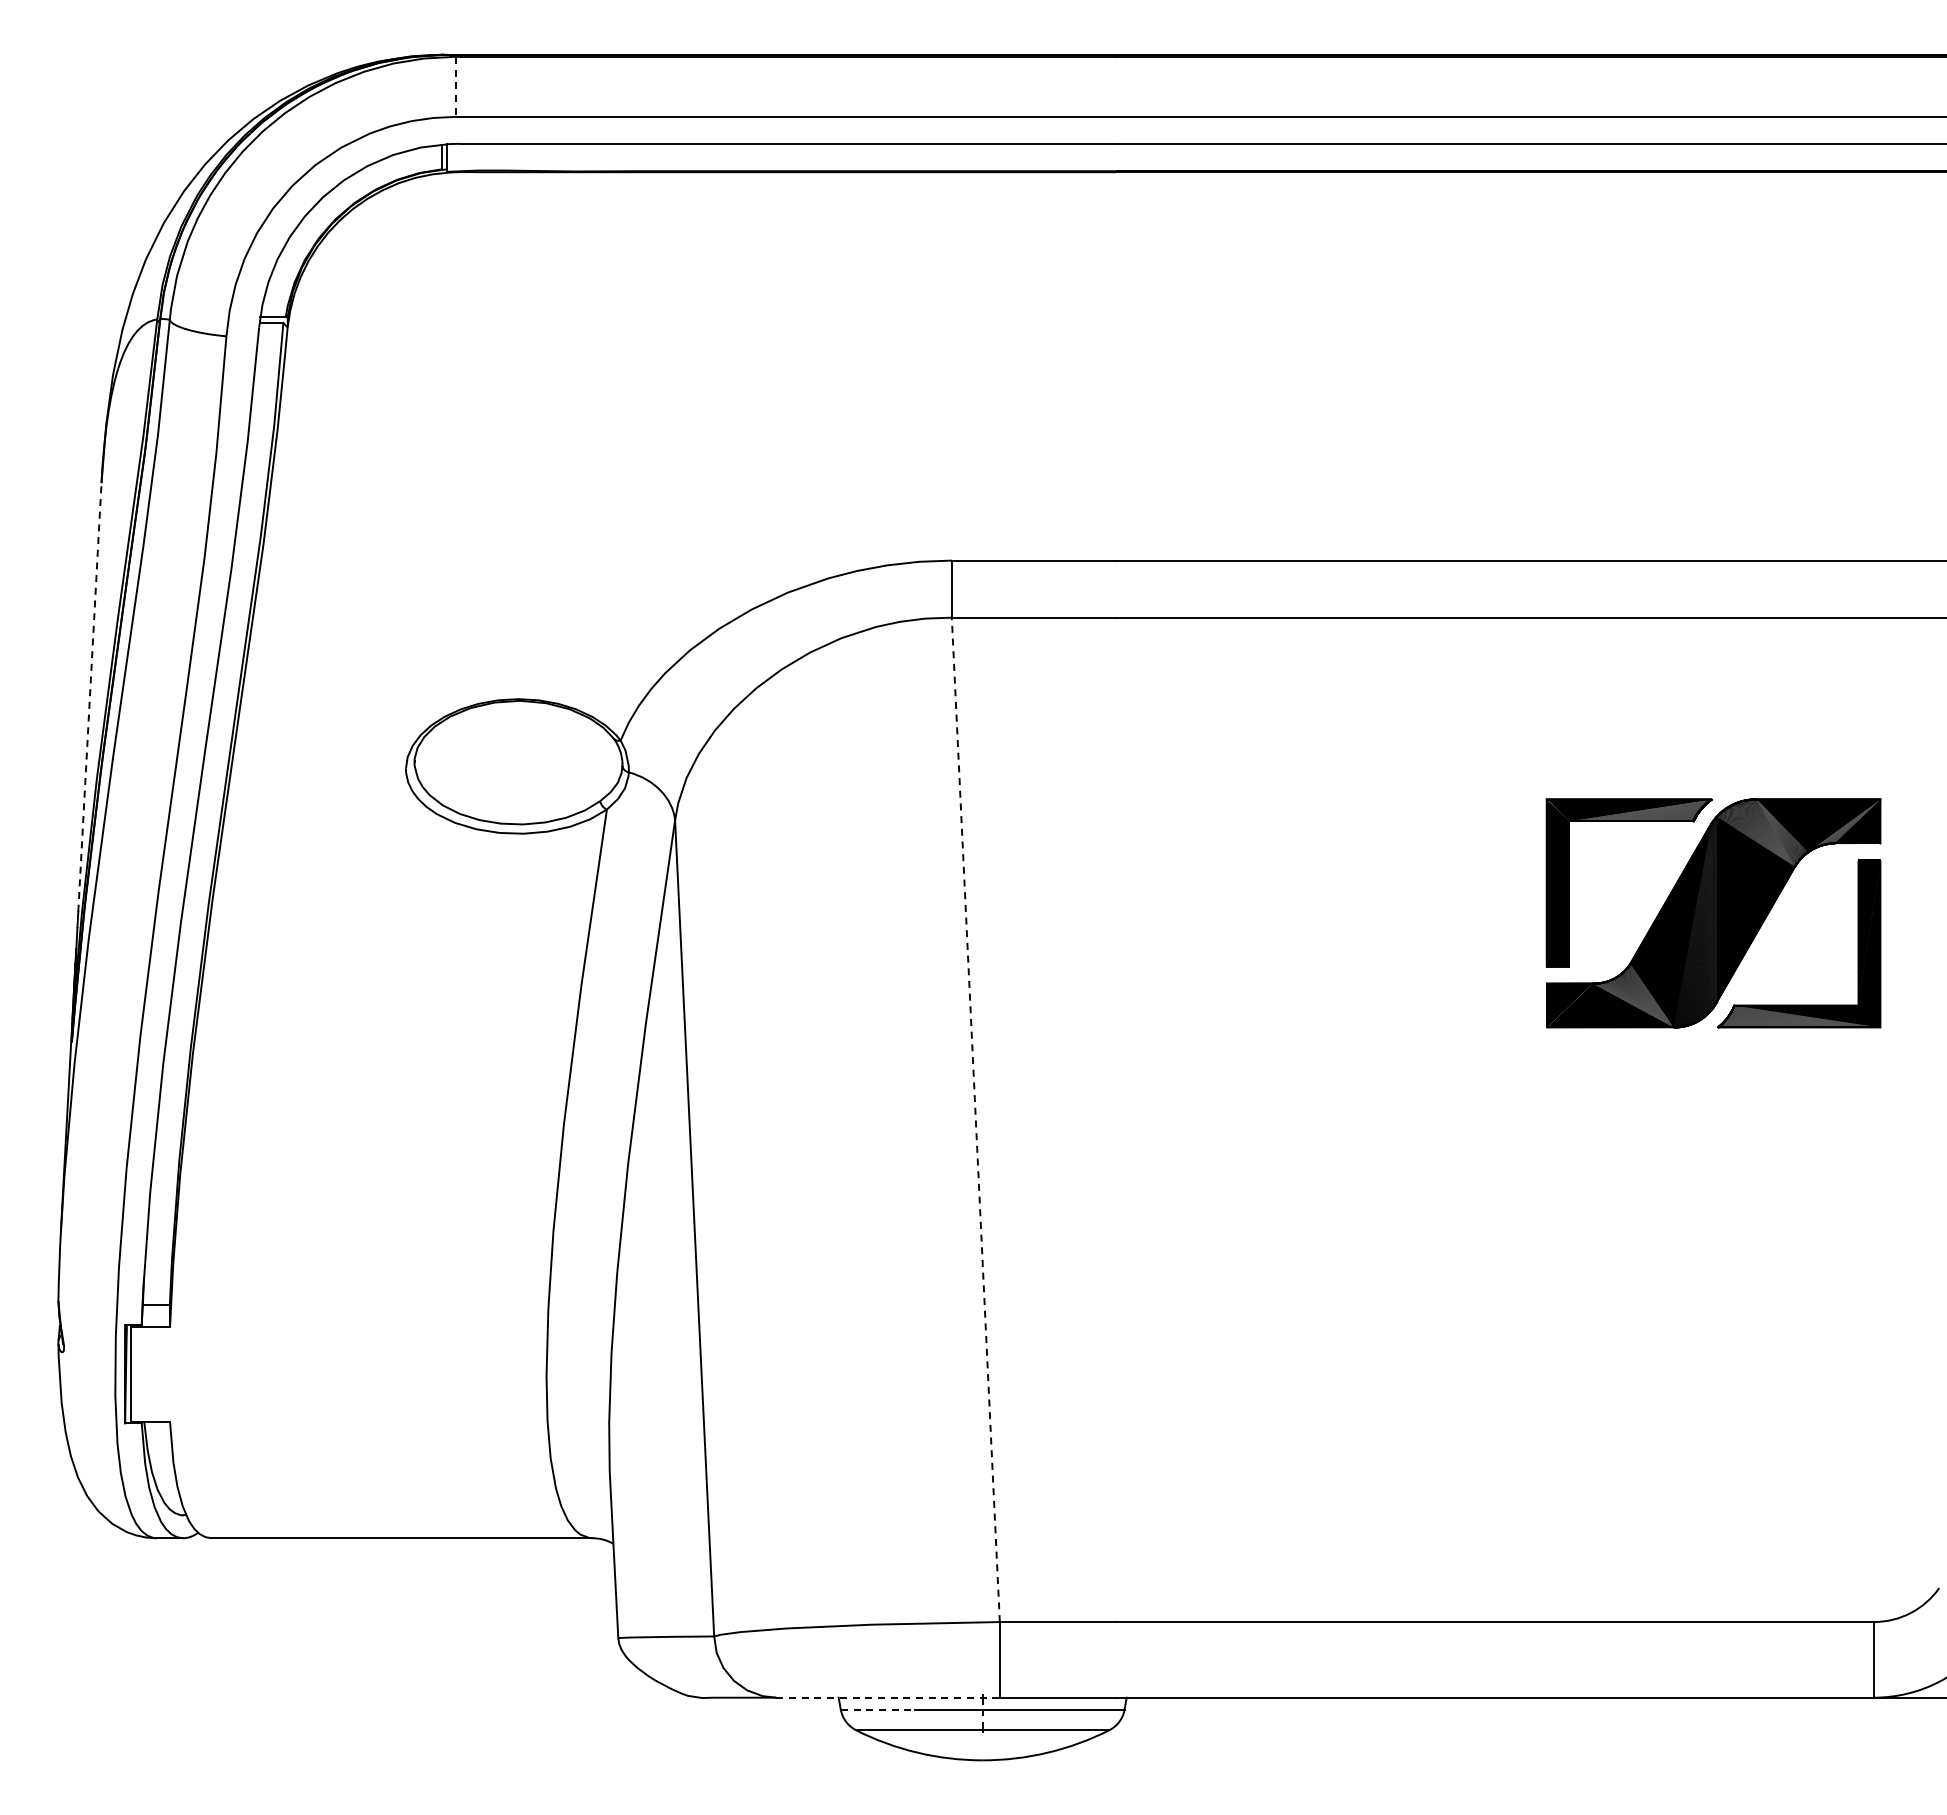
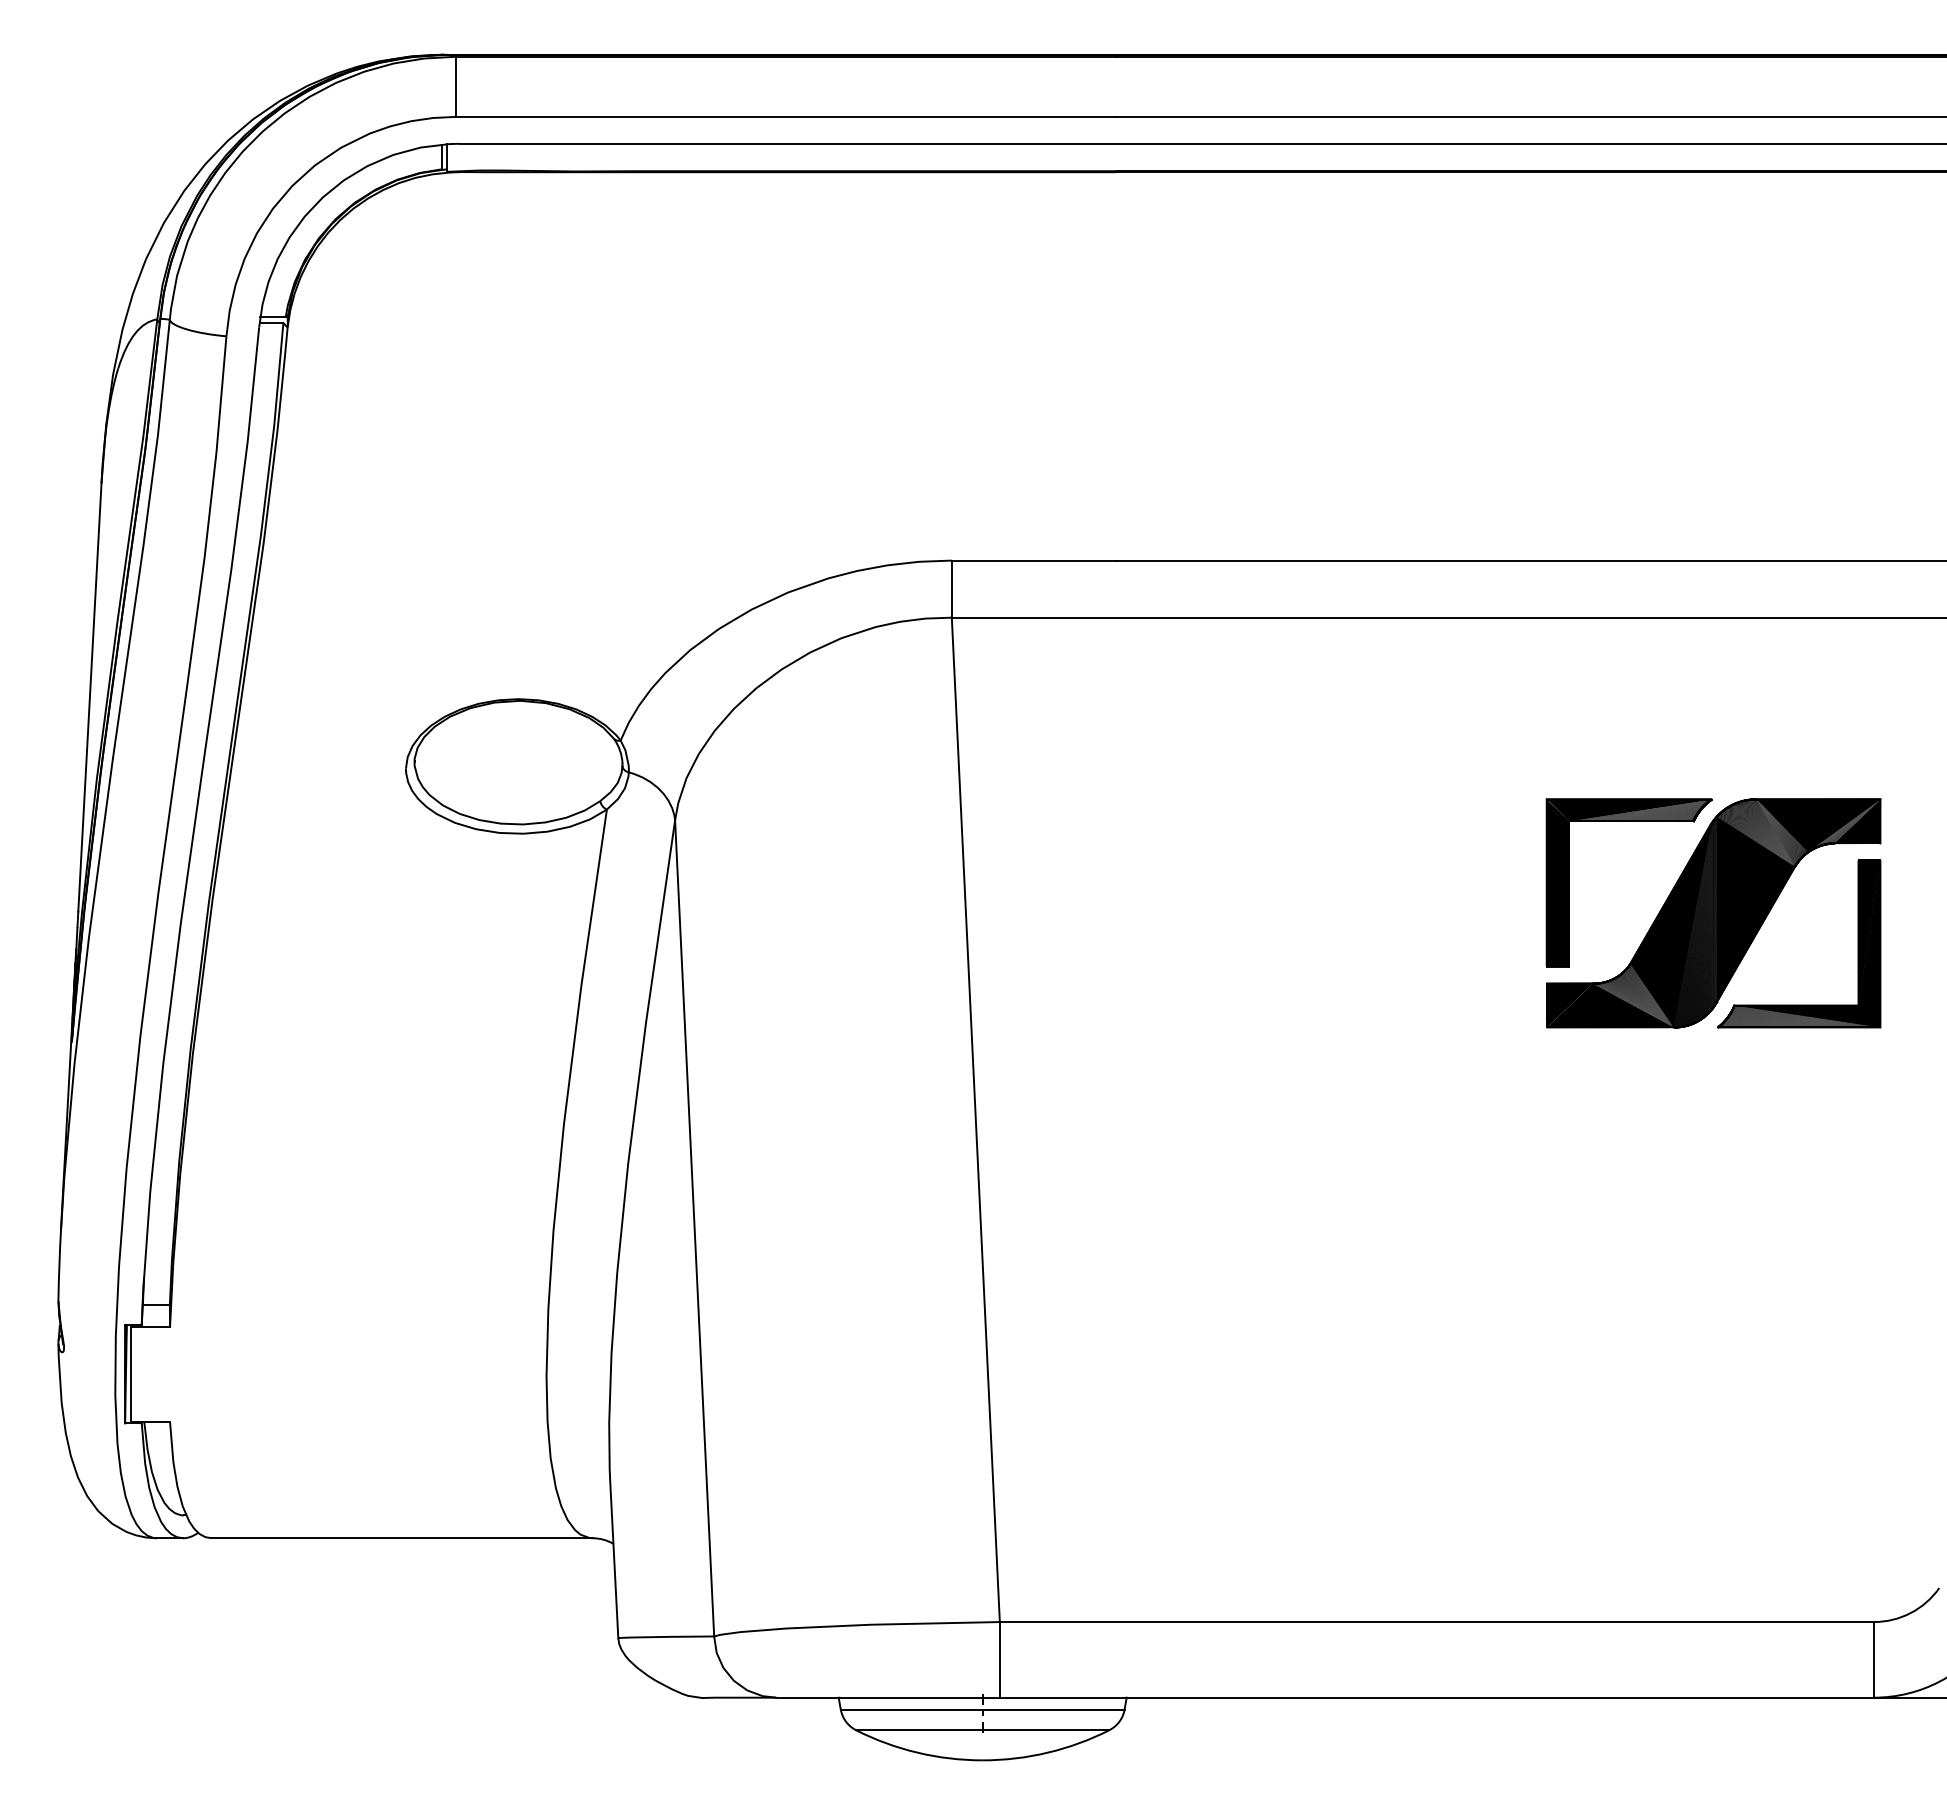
line at (455, 87): dashed -> solid
line at (89, 697): dashed -> solid
line at (975, 1119): dashed -> solid
line at (888, 1697): dashed -> solid
line at (877, 1709): dashed -> solid
